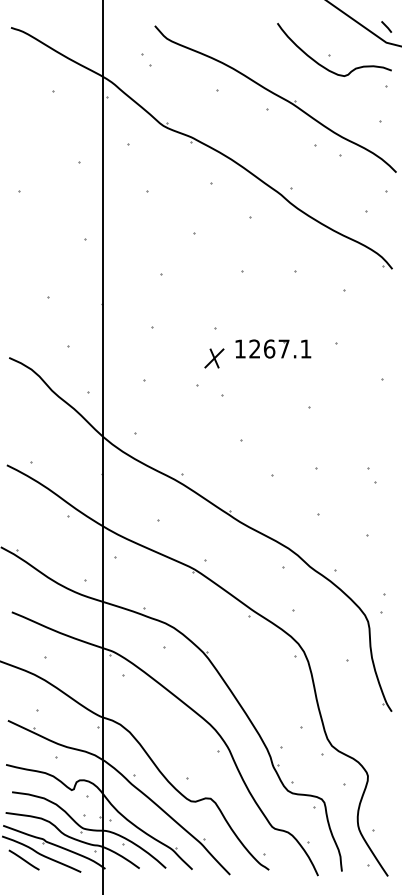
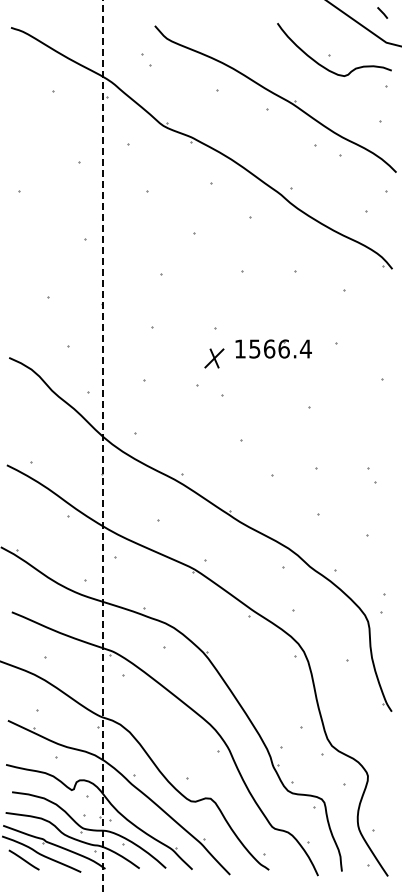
line at (386, 26) position: (386, 26) -> (382, 12)
text at (280, 348): 1267.1 -> 1566.4
line at (103, 447): solid -> dashed
